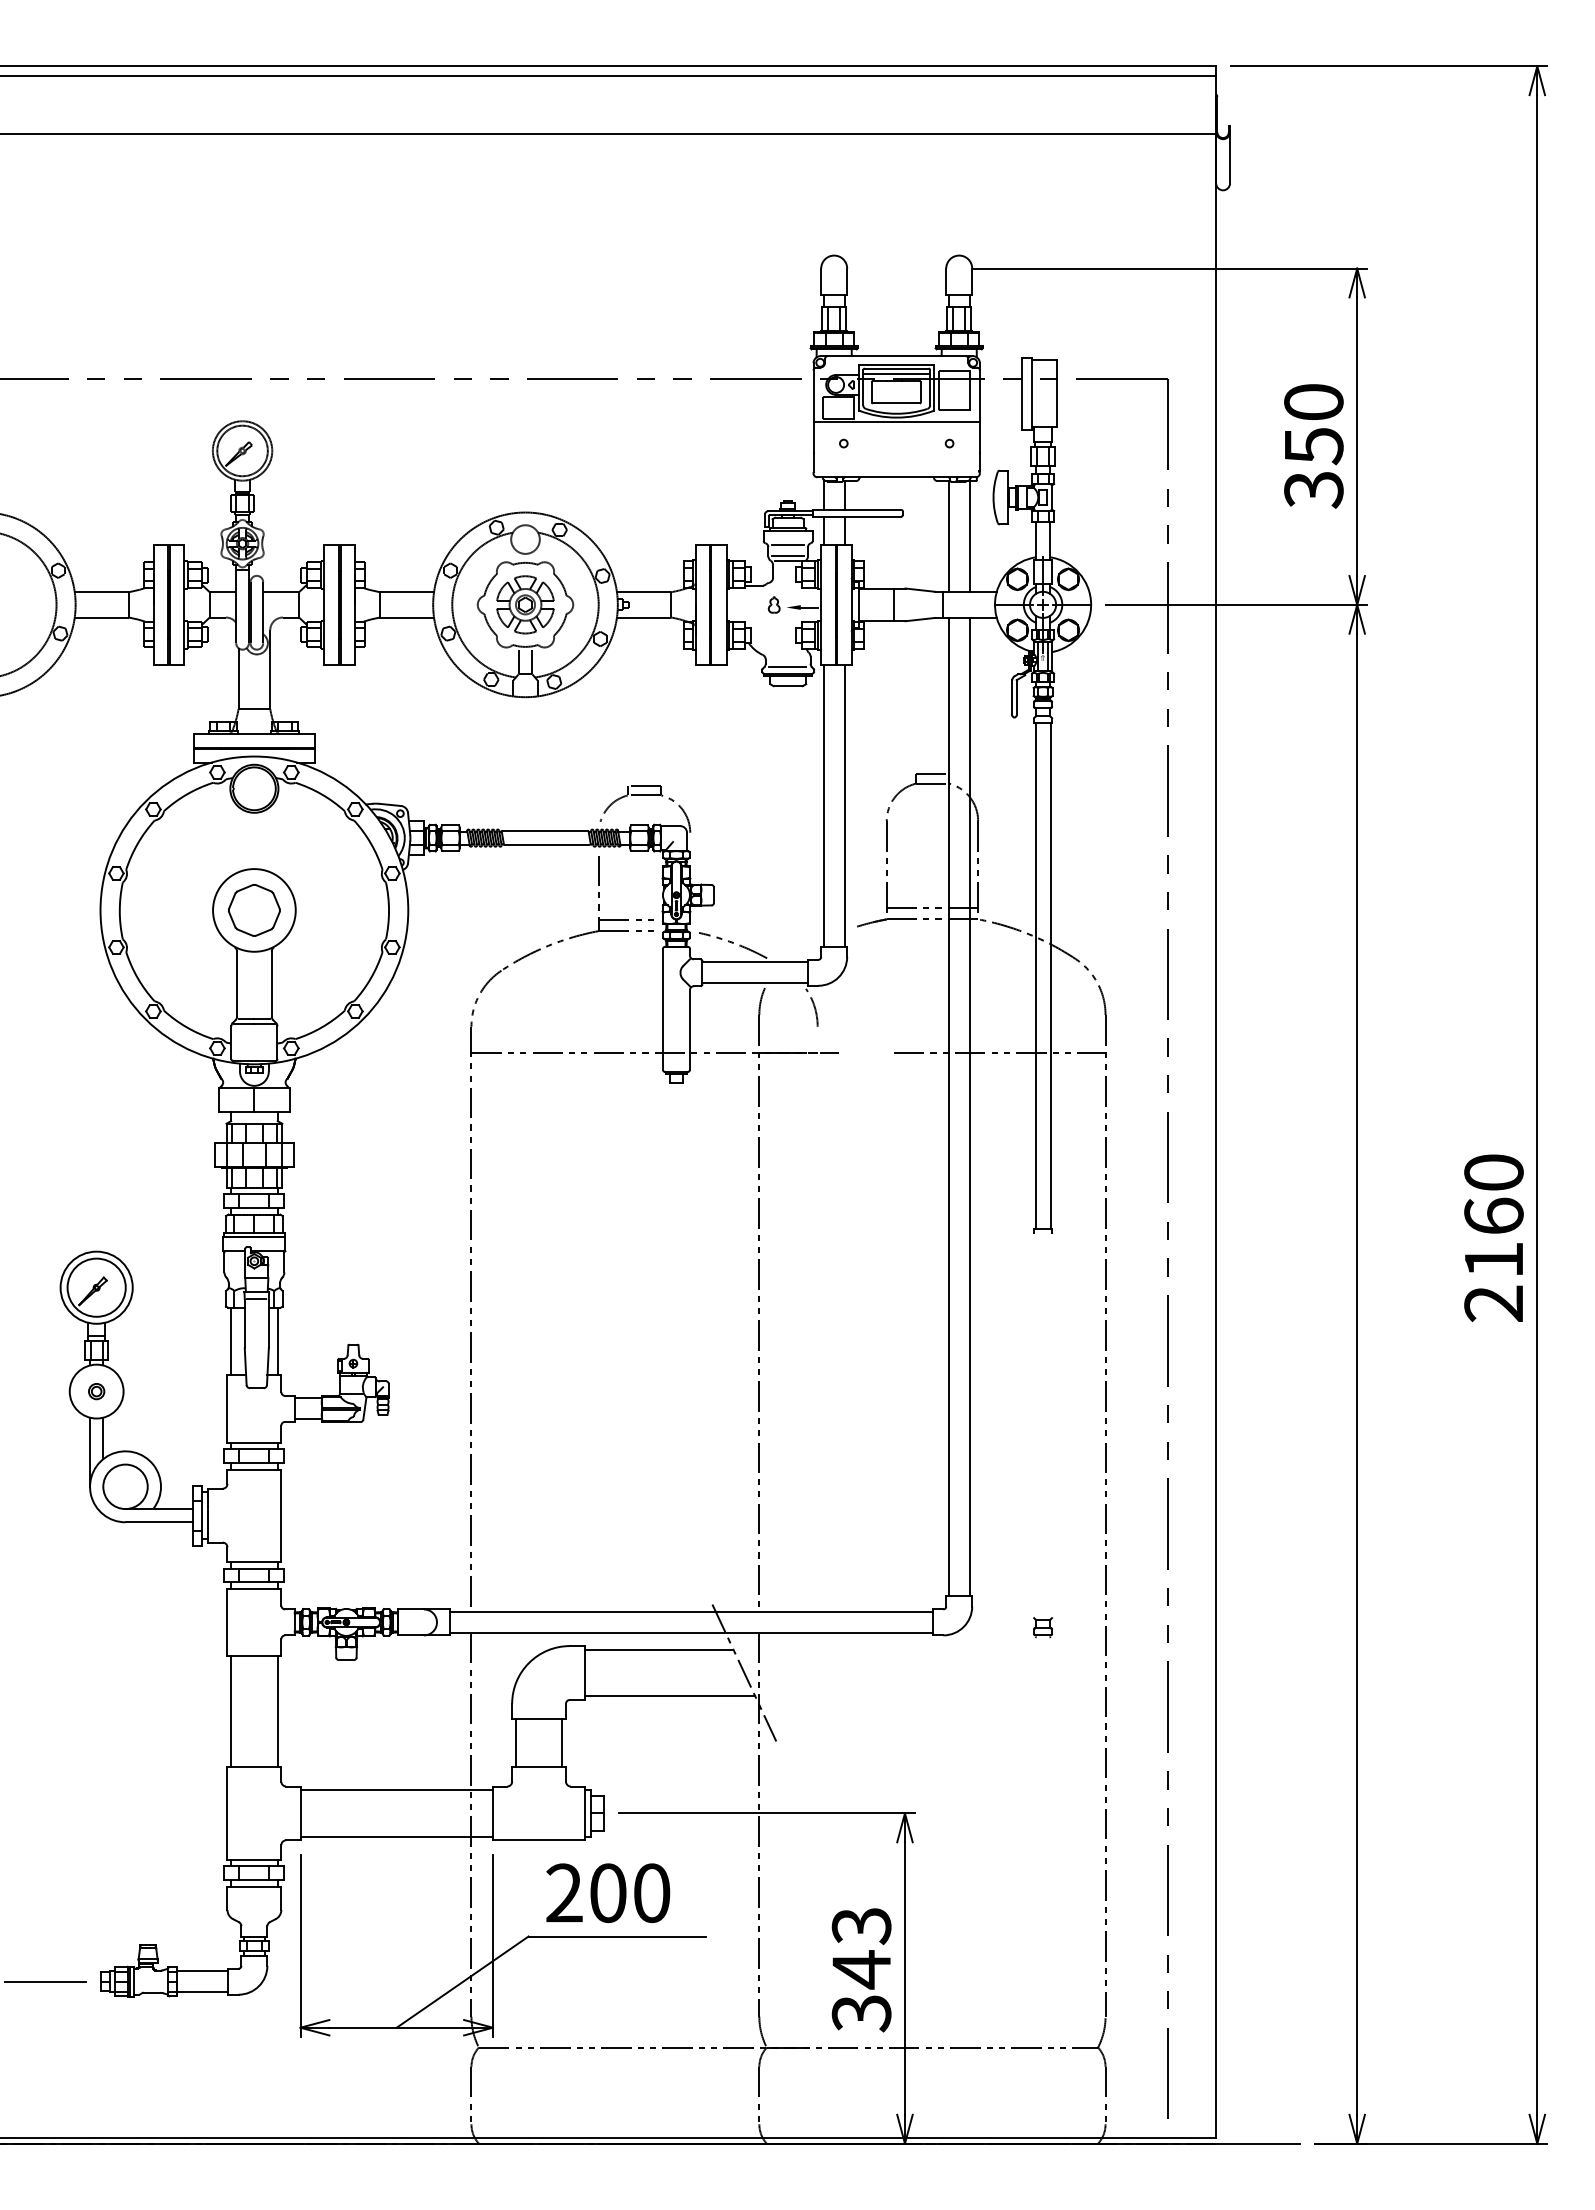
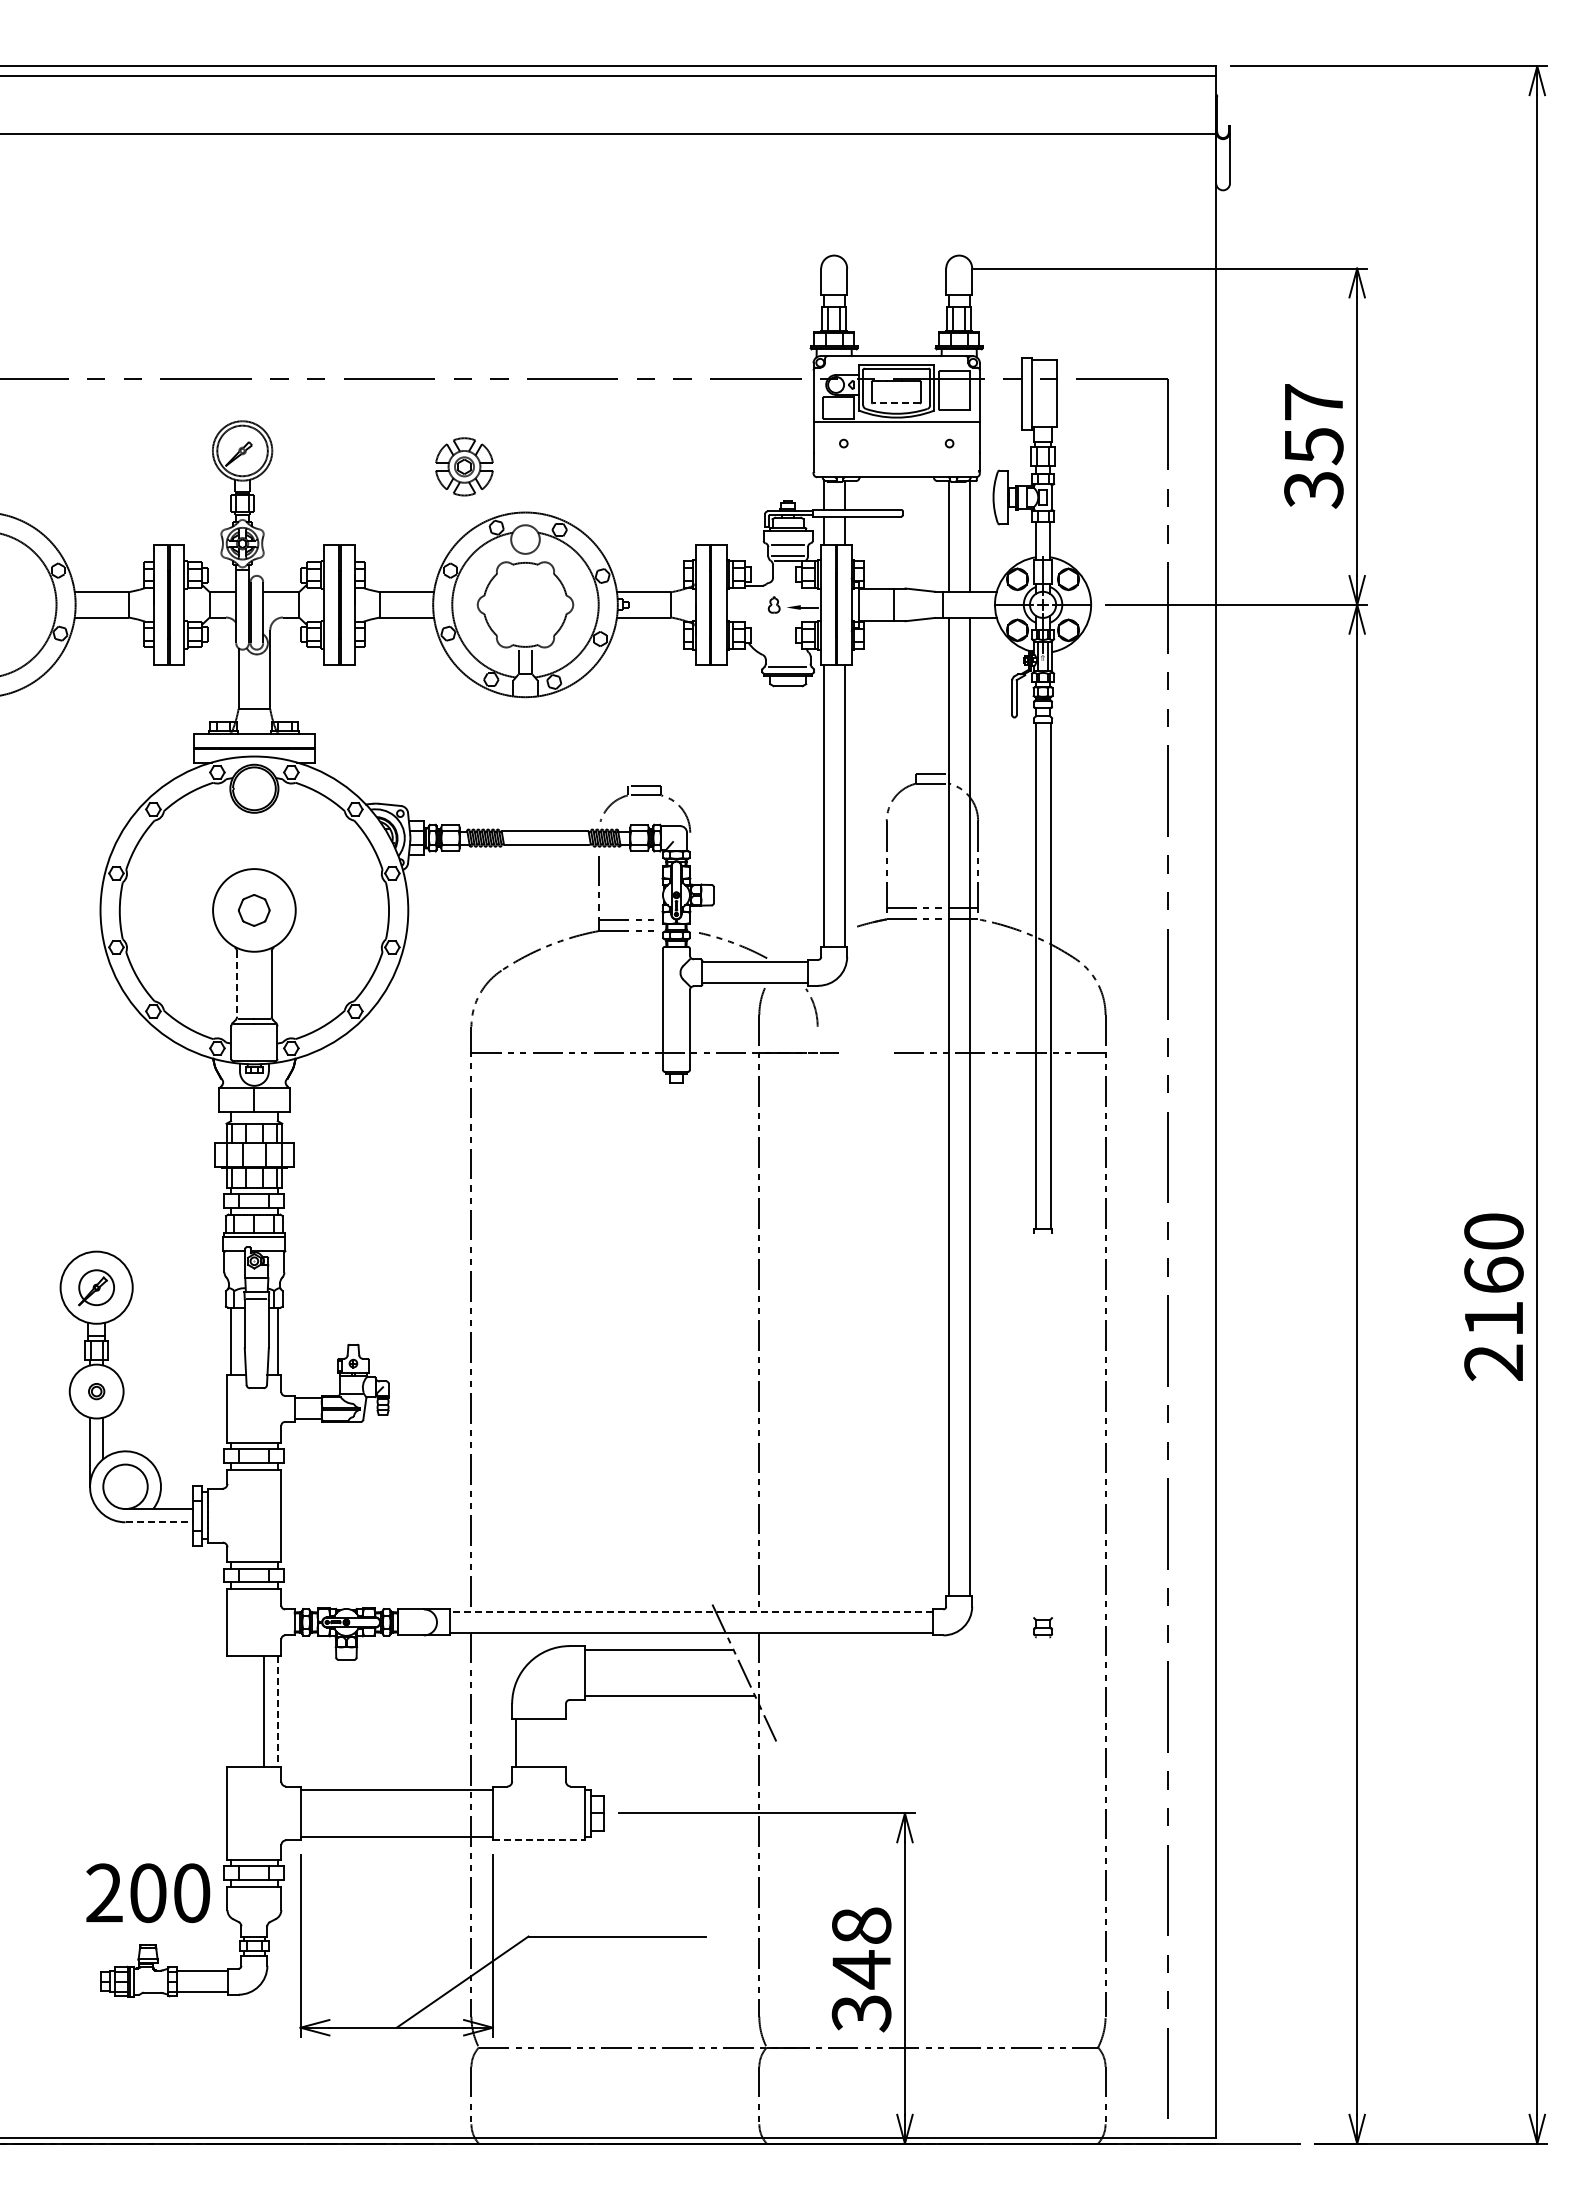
line at (896, 374): present -> none
text at (1313, 402): 350 -> 357
line at (896, 403): solid -> dashed
part at (525, 604) position: (525, 604) -> (464, 466)
part at (253, 910) size: 54x53 px -> 34x33 px
line at (237, 984): solid -> dashed
text at (1493, 1237) position: (1493, 1237) -> (1493, 1296)
circle at (96, 1287) diameter: 58 px -> 35 px
line at (159, 1522): solid -> dashed
line at (691, 1611): solid -> dashed
line at (231, 1711) position: (231, 1711) -> (264, 1711)
line at (277, 1711): solid -> dashed
line at (562, 1743): present -> none
line at (539, 1840): solid -> dashed
text at (608, 1893) position: (608, 1893) -> (148, 1893)
text at (861, 1926): 343 -> 348
line at (45, 1981): present -> none
